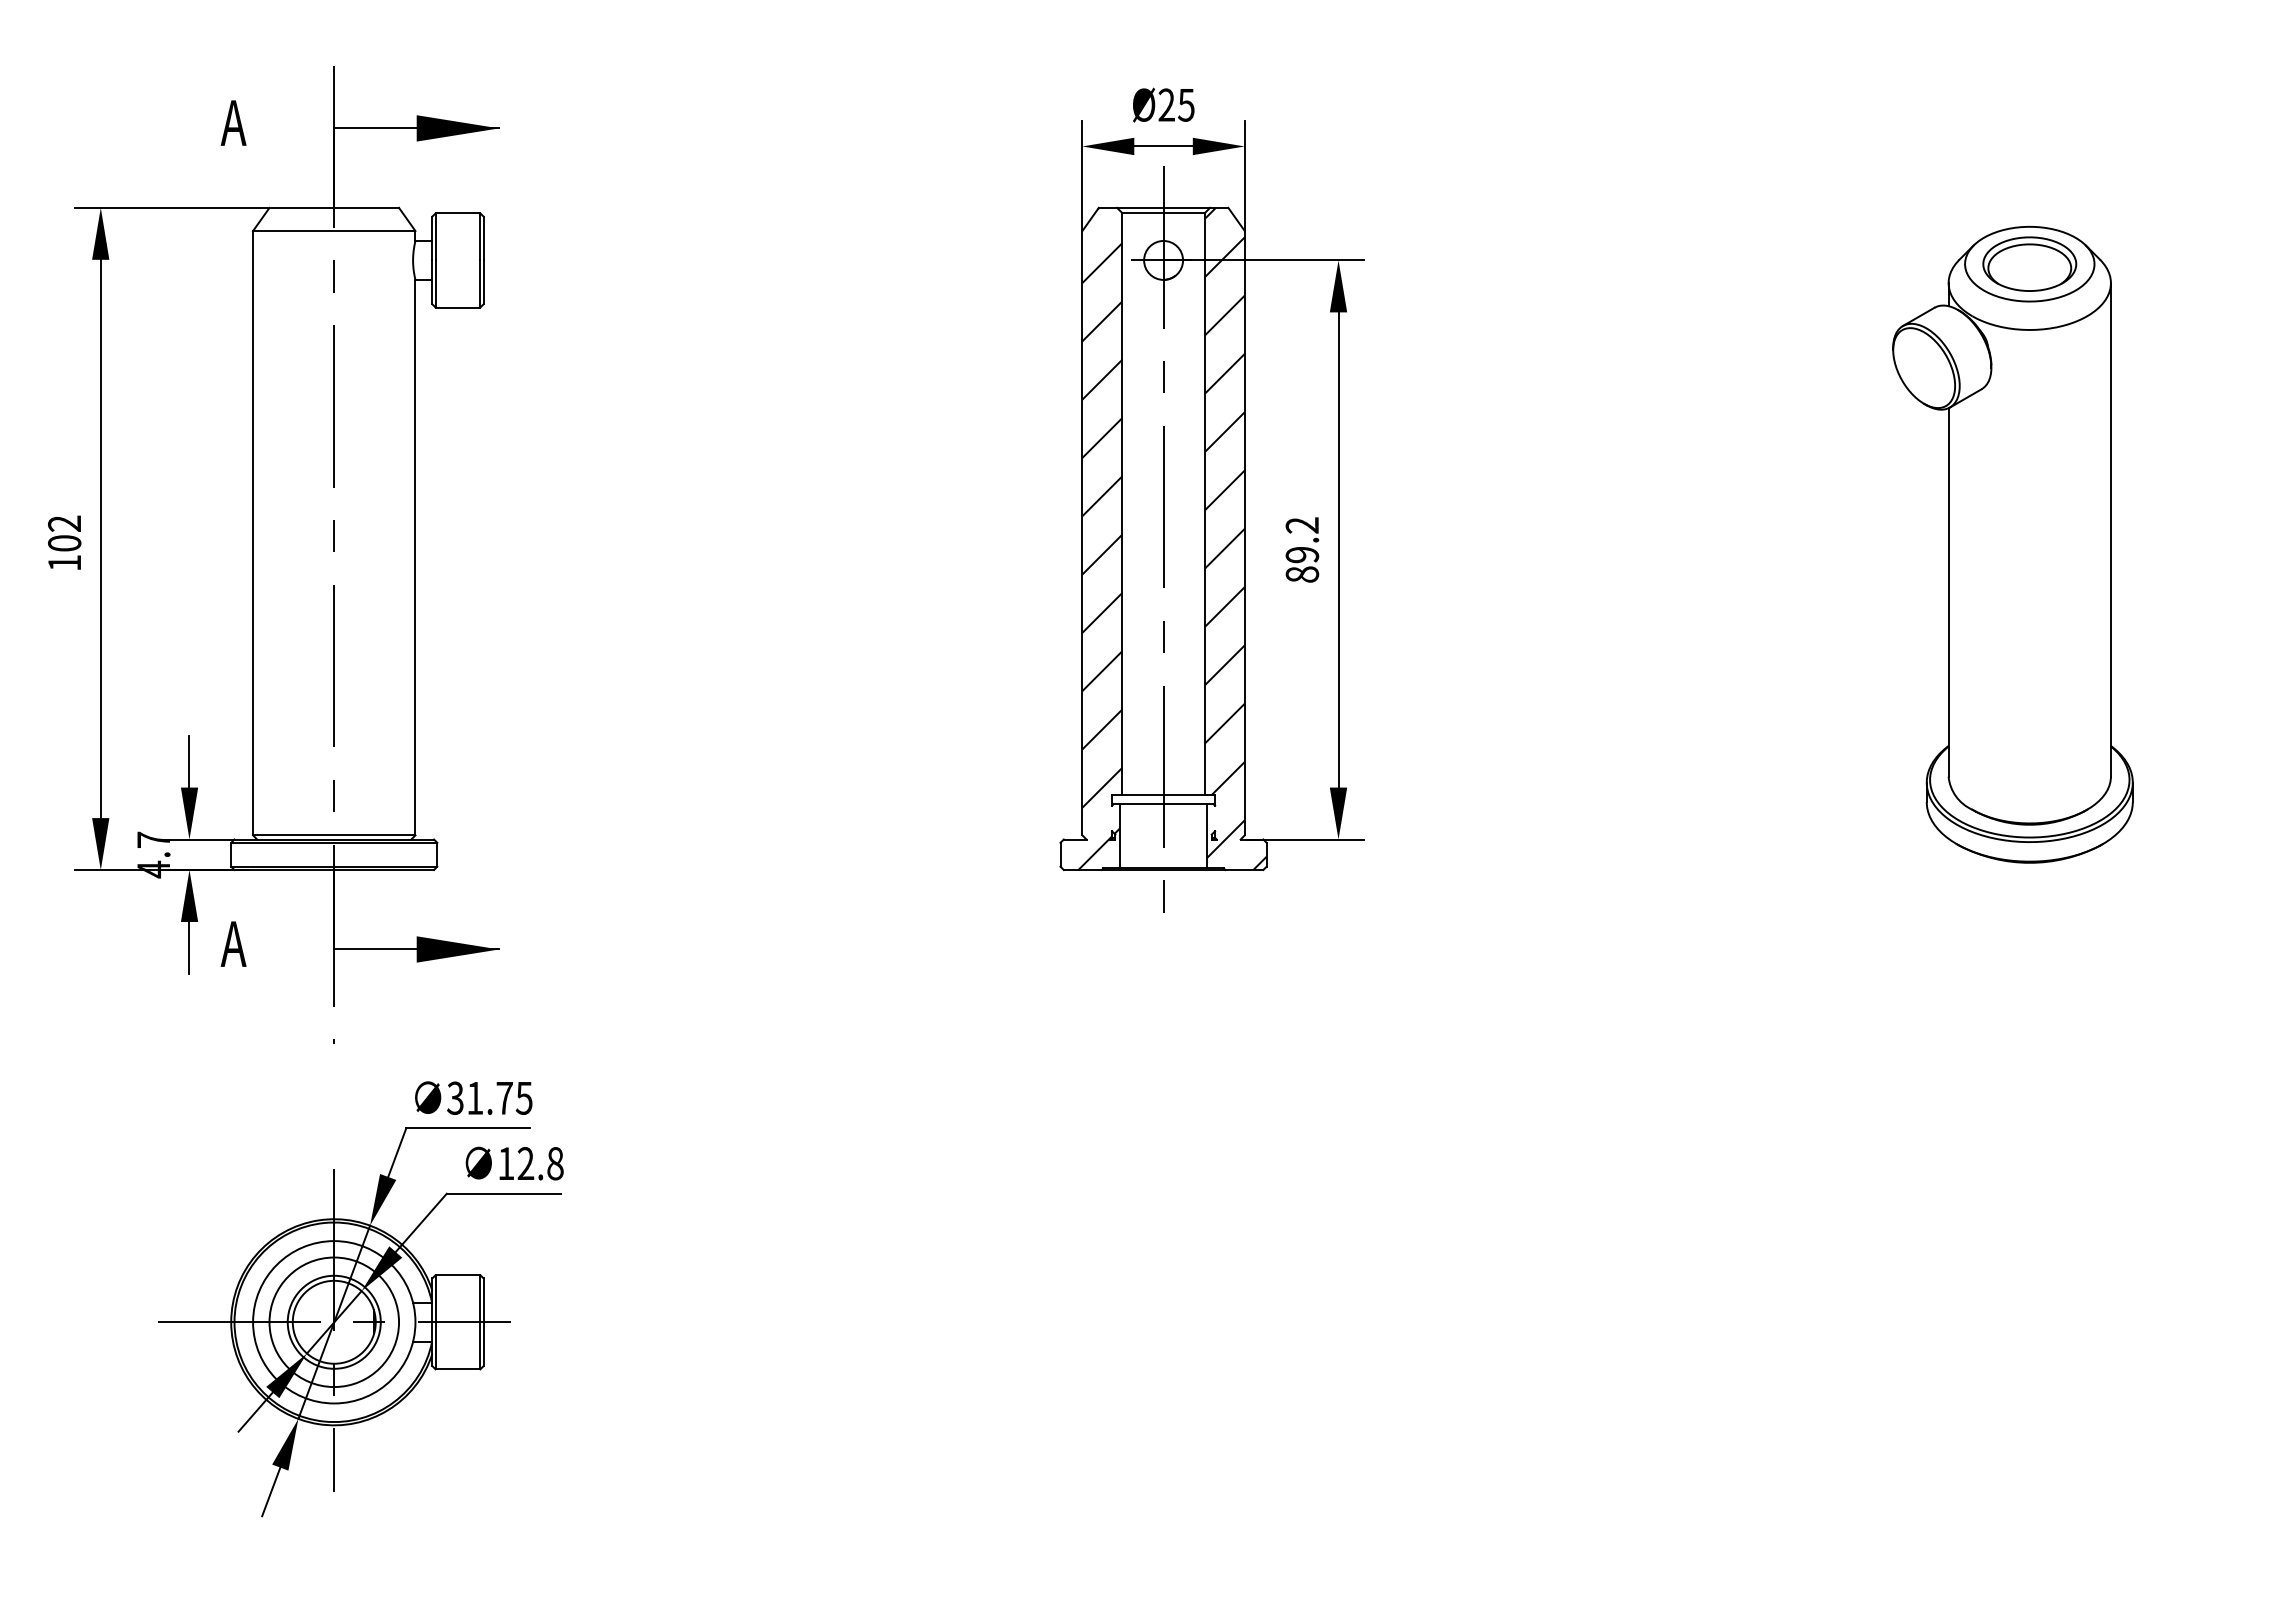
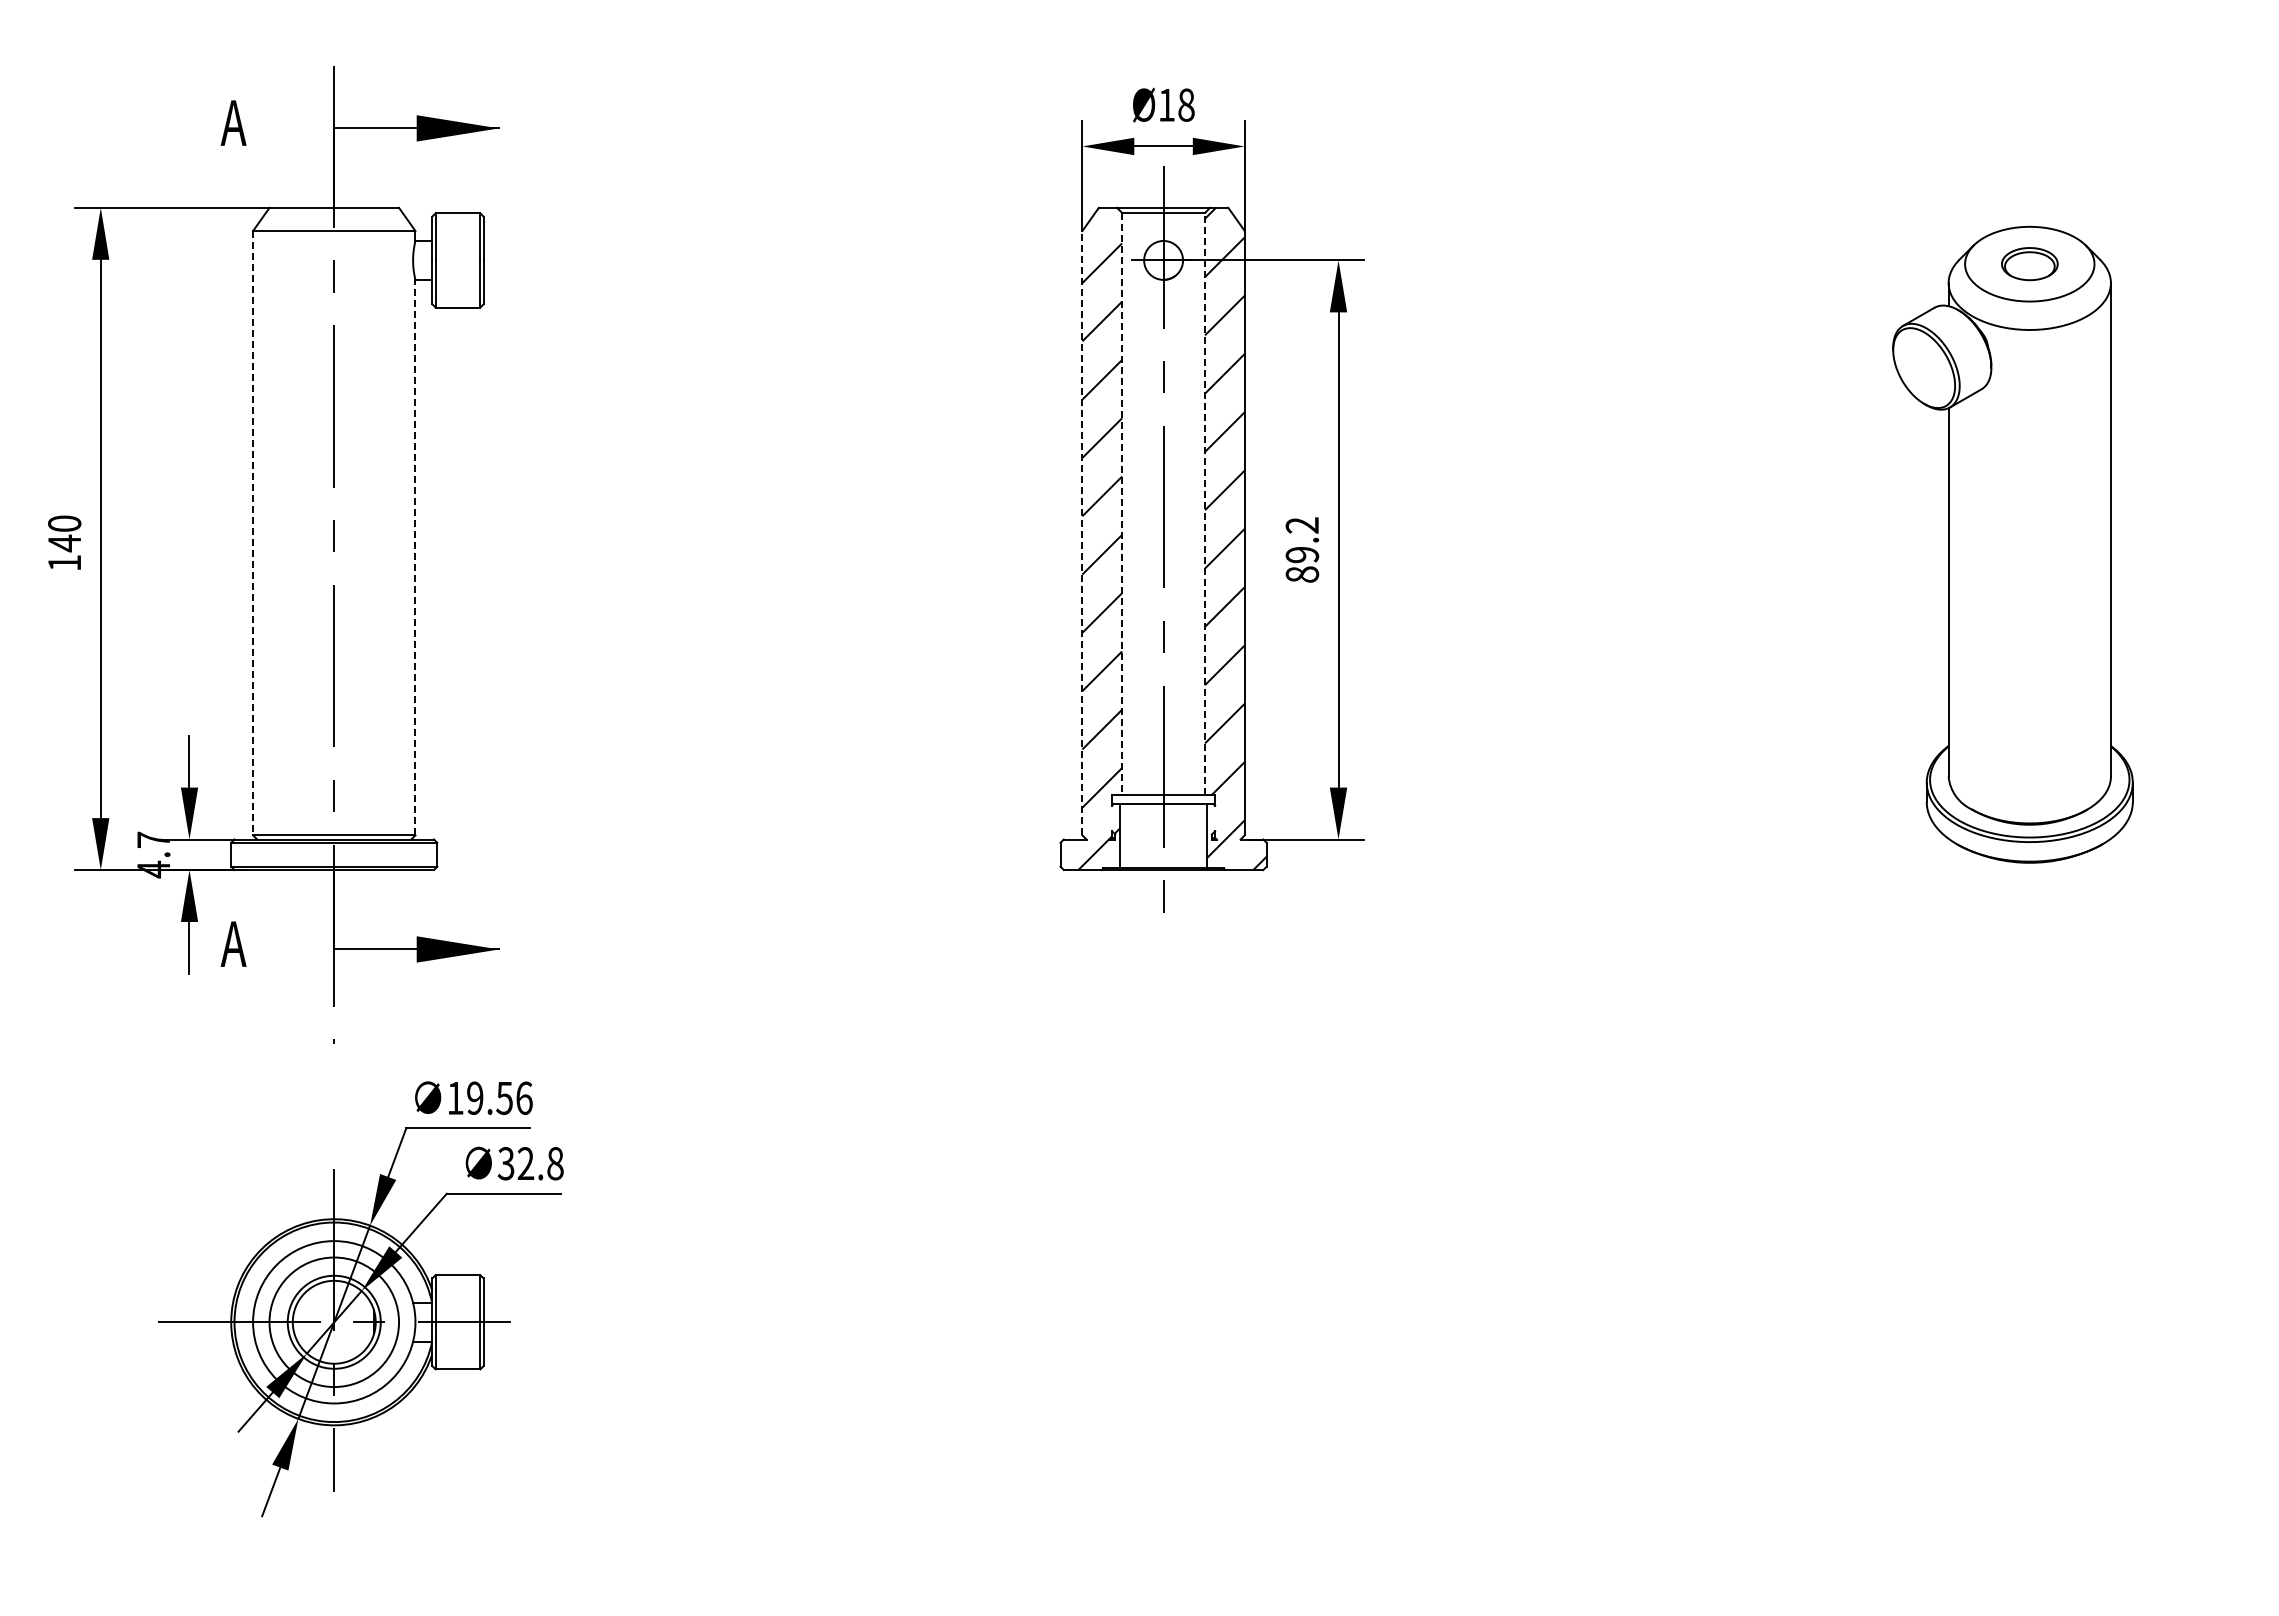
text at (1176, 104): Ø25 -> Ø18
part at (2029, 263) size: 96x56 px -> 58x35 px
line at (1205, 503): solid -> dashed
line at (1122, 504): solid -> dashed
line at (1082, 532): solid -> dashed
text at (64, 533): 102 -> 140
line at (253, 533): solid -> dashed
line at (415, 557): solid -> dashed
text at (489, 1097): 31.75 -> 19.56
text at (505, 1163): 12.8 -> 32.8
